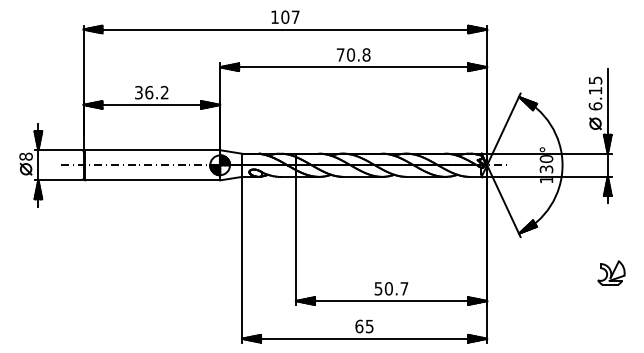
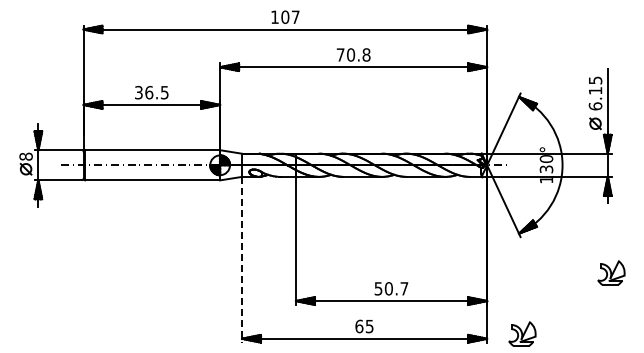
text at (164, 92): 36.2 -> 36.5
line at (242, 259): solid -> dashed
part at (522, 333): none -> present
